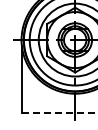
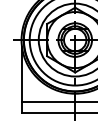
line at (57, 101): none -> present
line at (59, 112): dashed -> solid
